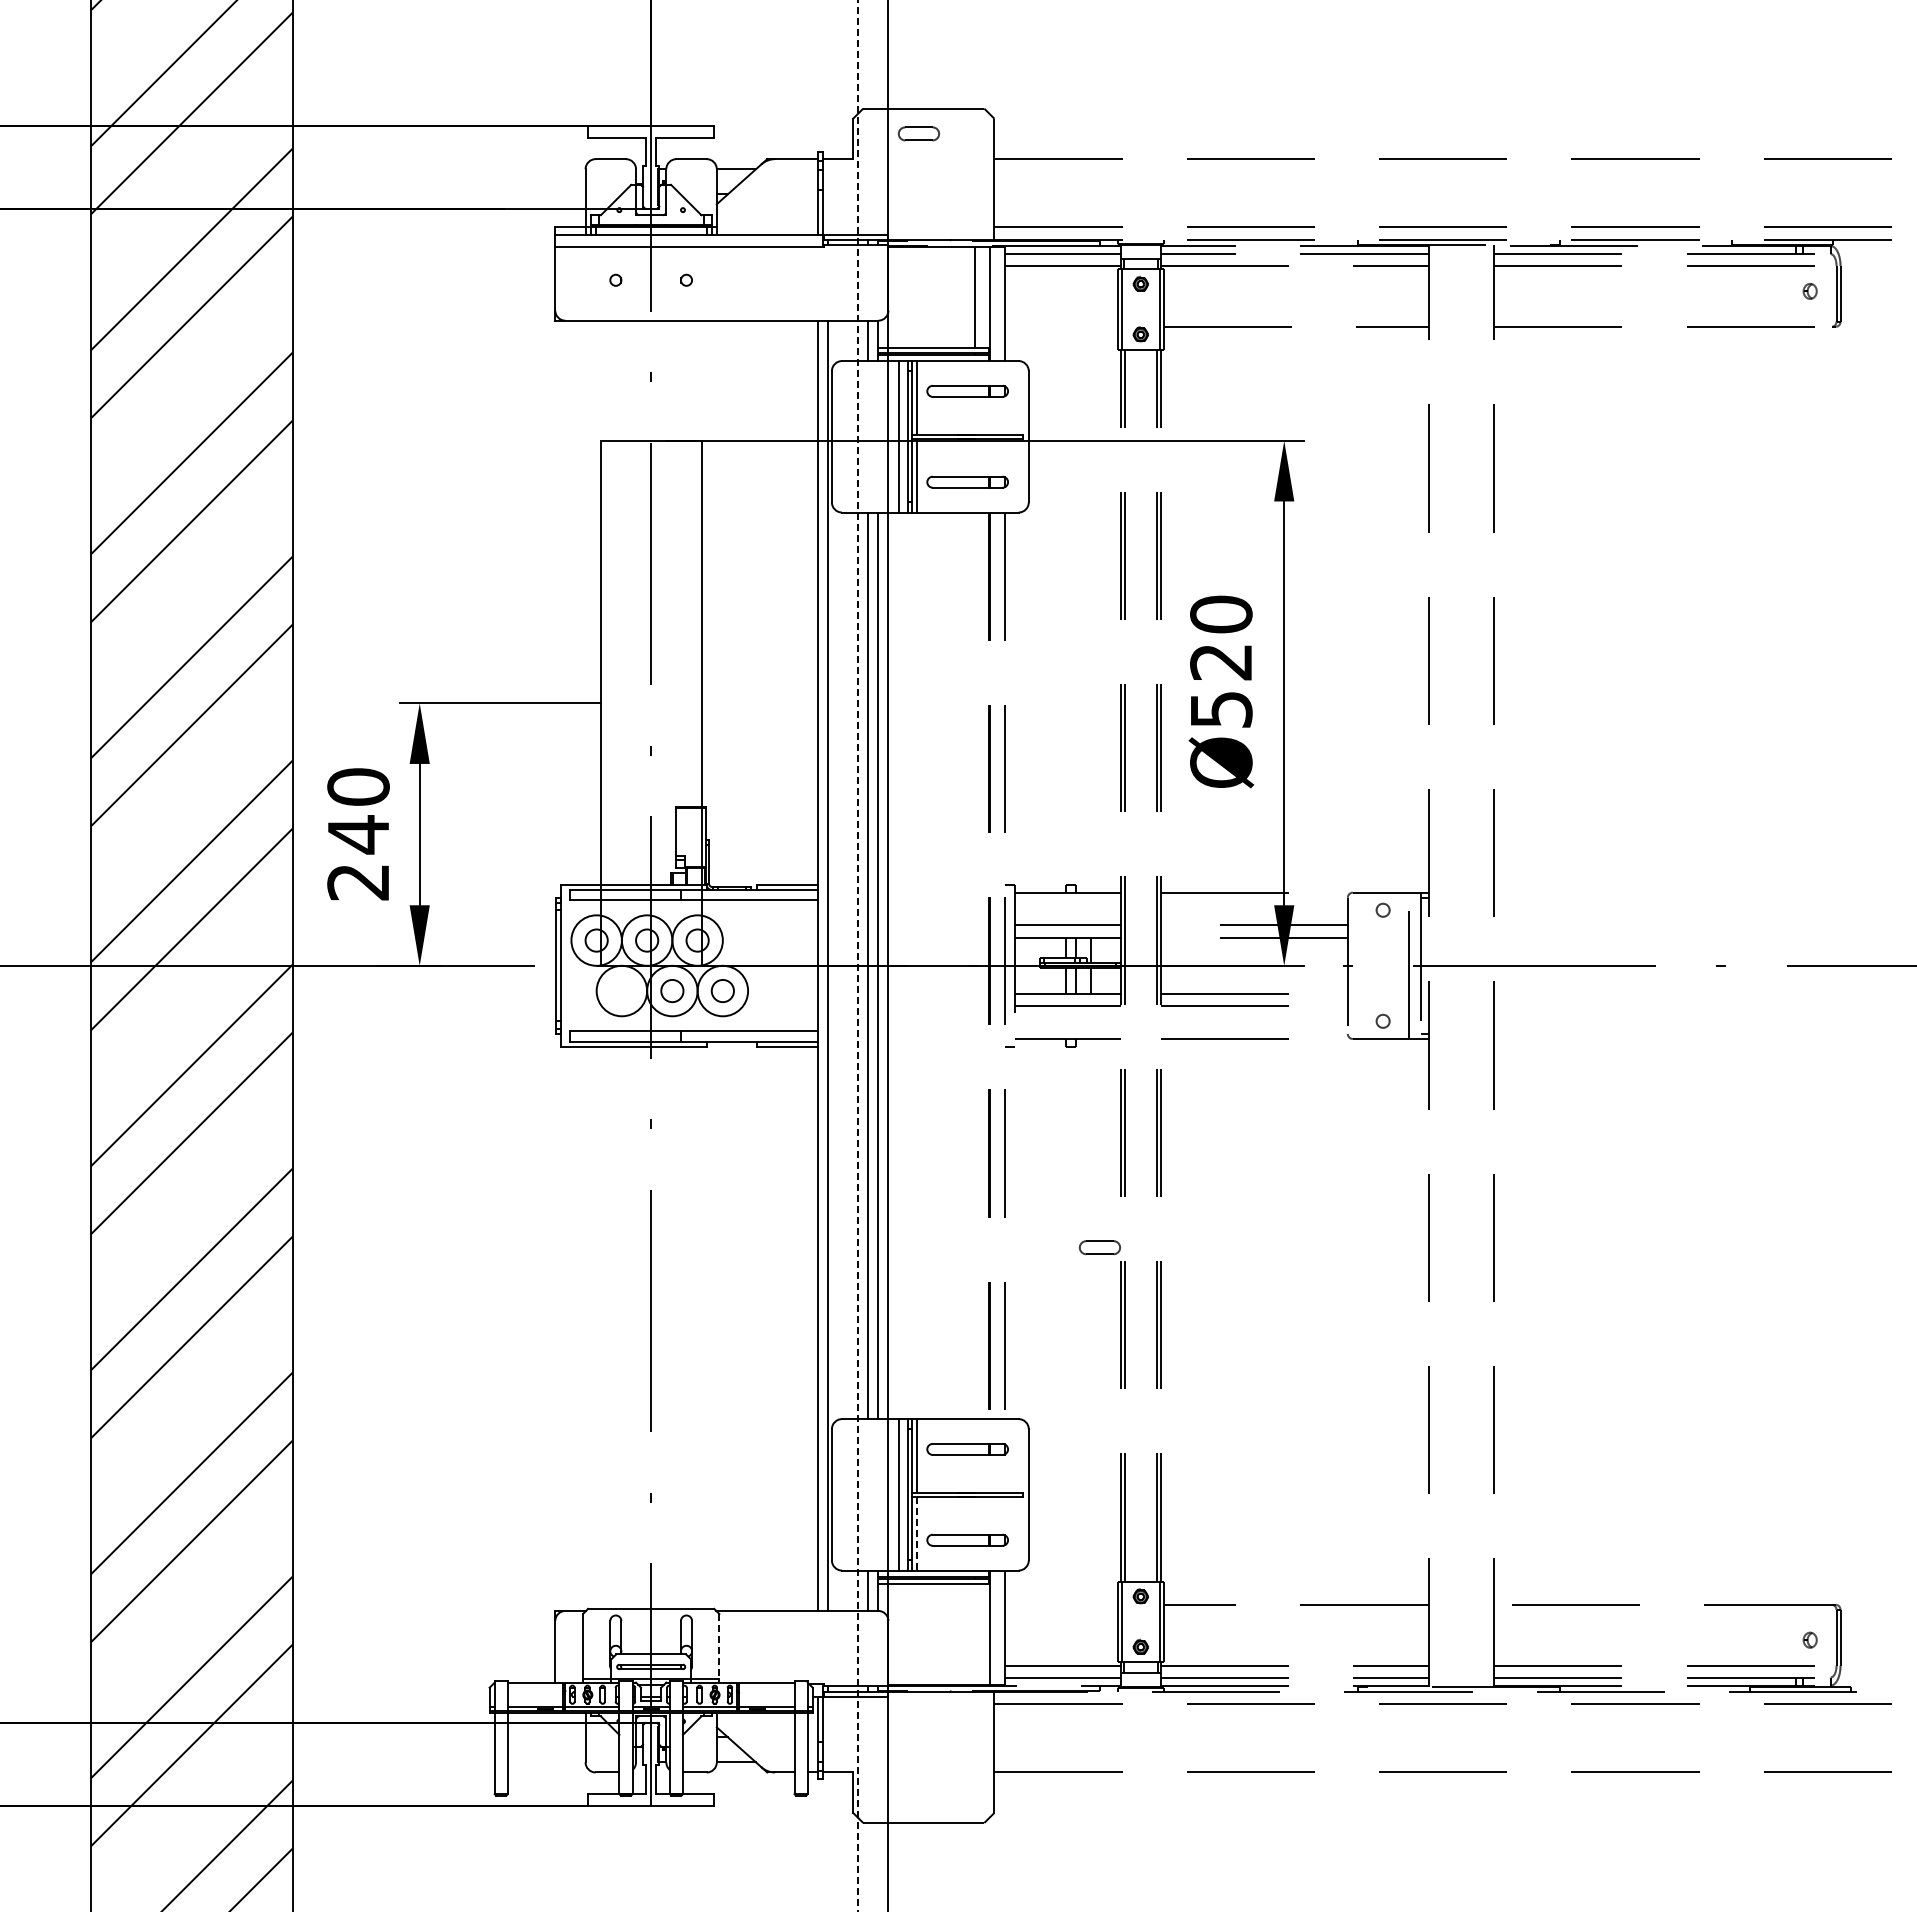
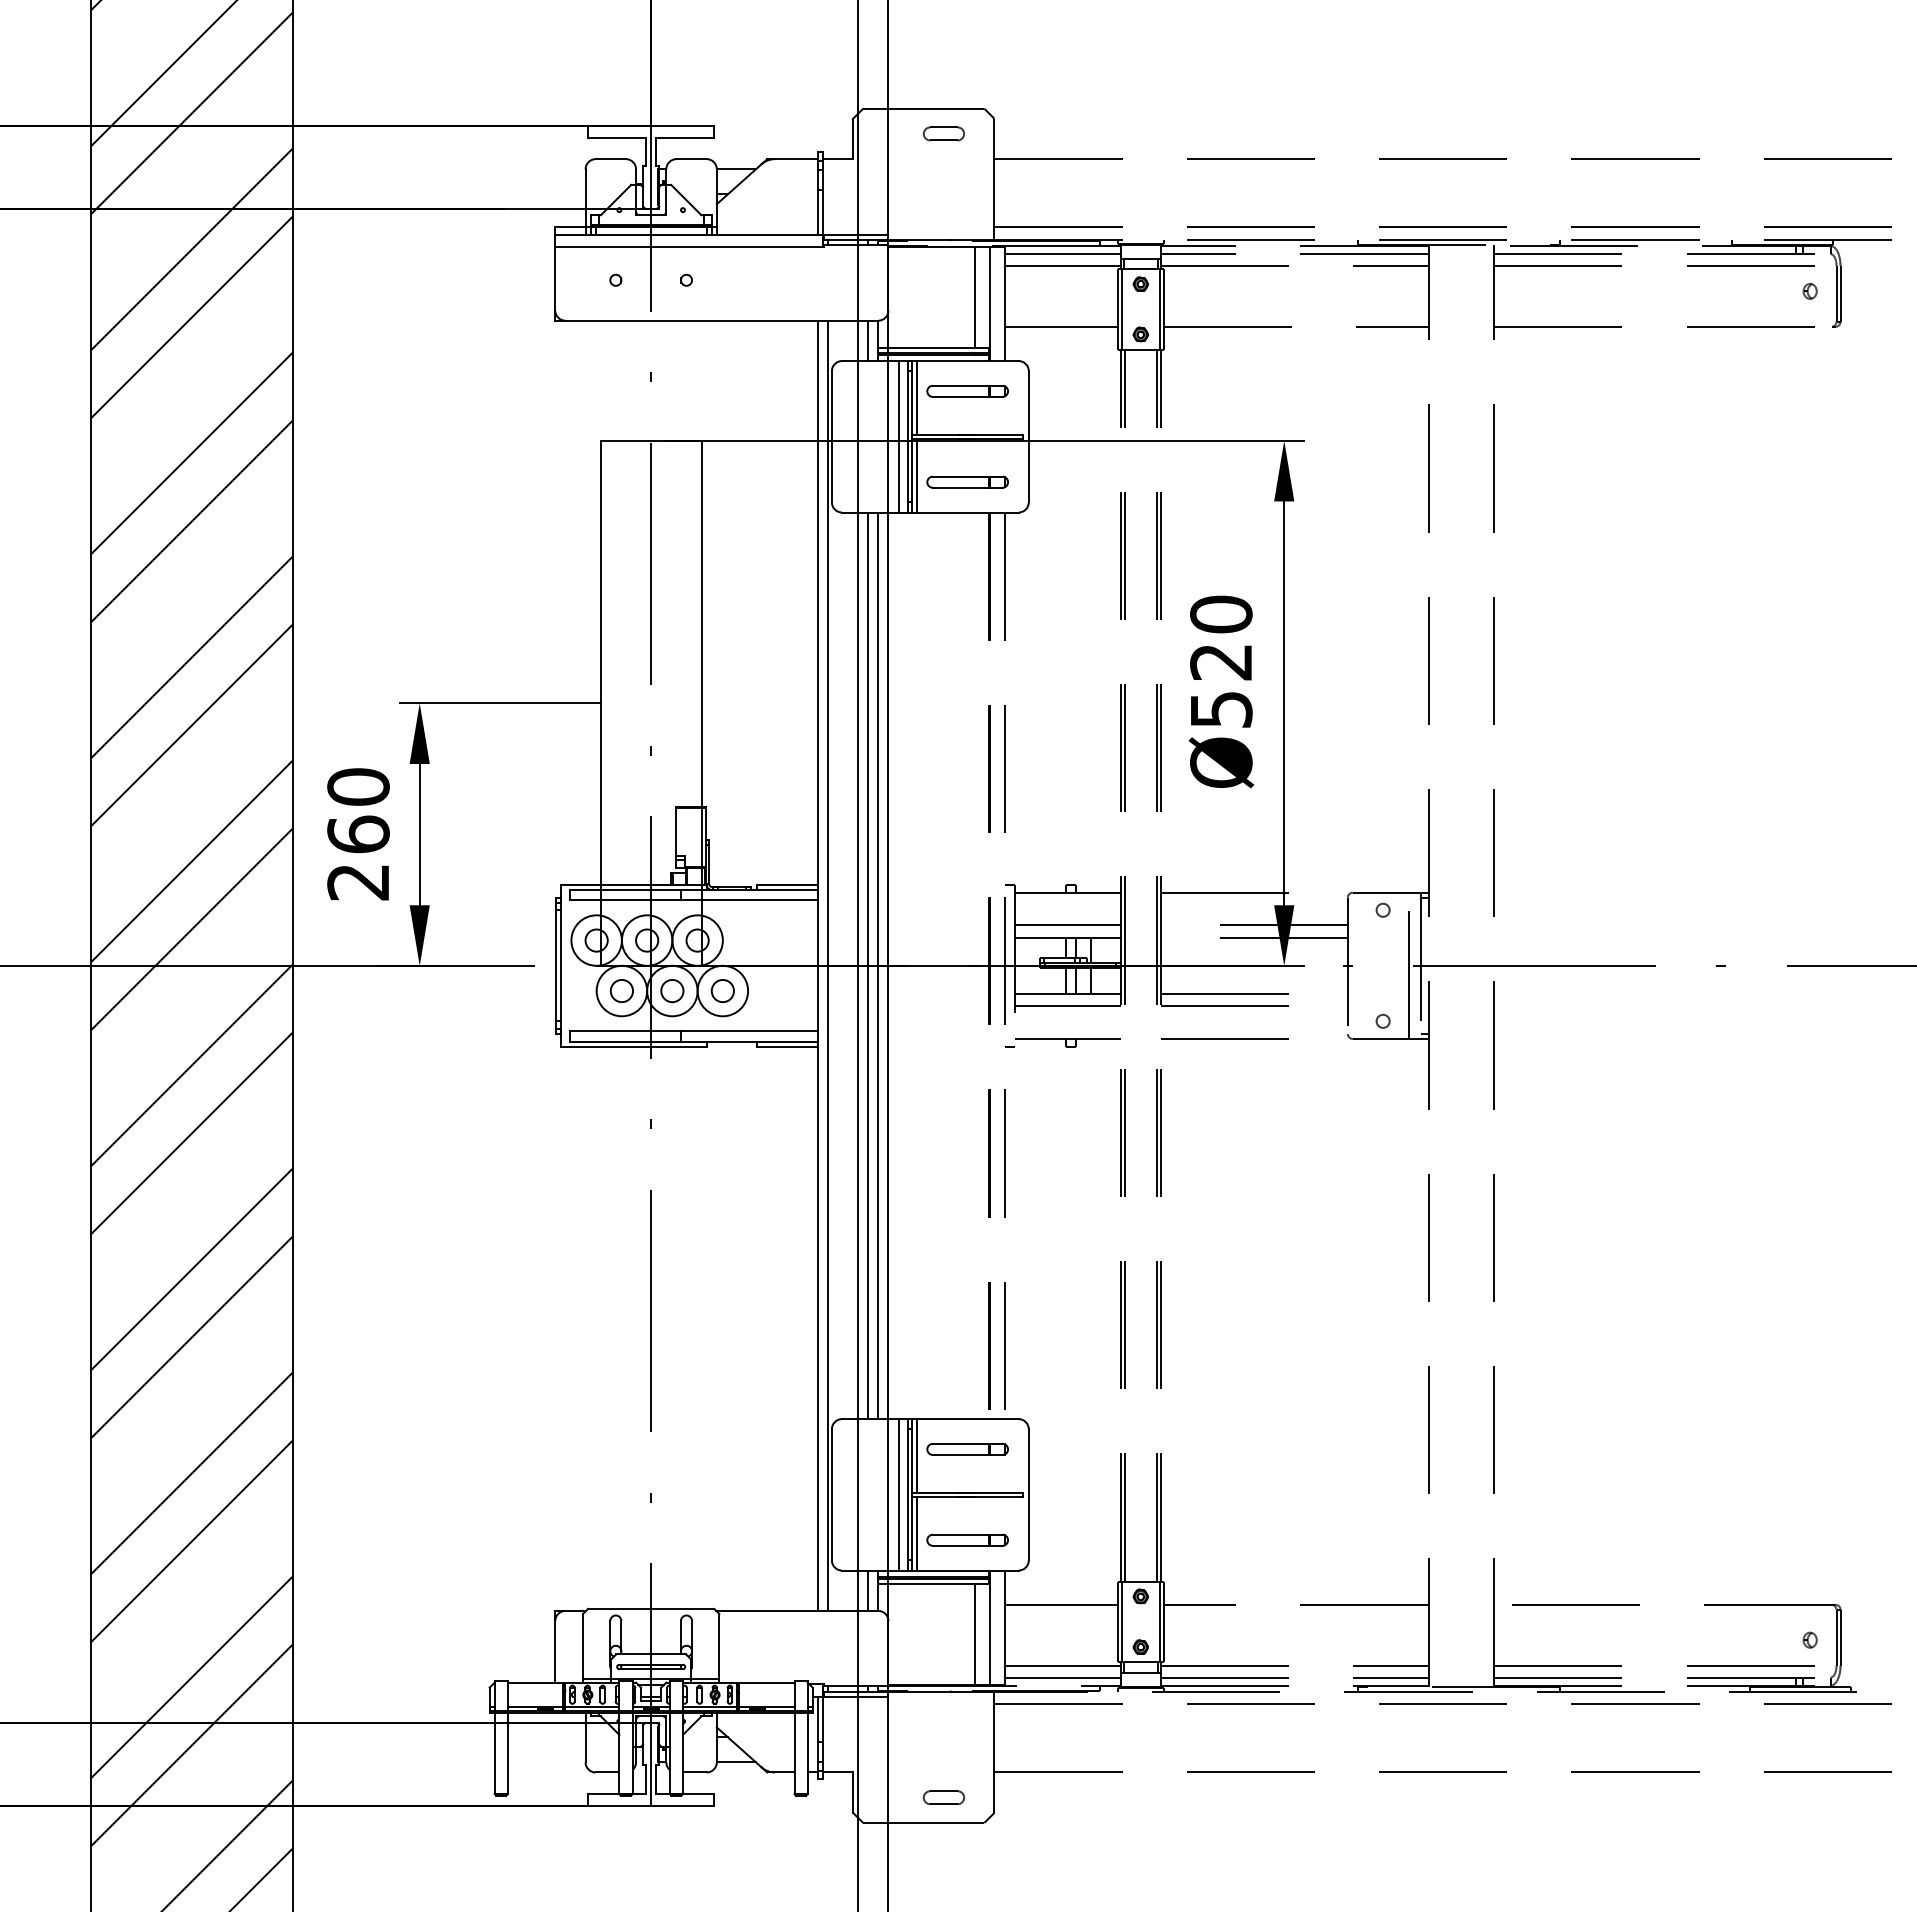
part at (918, 133) position: (918, 133) -> (943, 133)
line at (1061, 326): none -> present
text at (358, 834): 240 -> 260
line at (858, 955): dashed -> solid
circle at (621, 990): none -> present
part at (1099, 1247) position: (1099, 1247) -> (943, 1797)
line at (916, 1533): dashed -> solid
line at (1061, 1604): none -> present
line at (975, 1633): none -> present
line at (719, 1648): dashed -> solid
